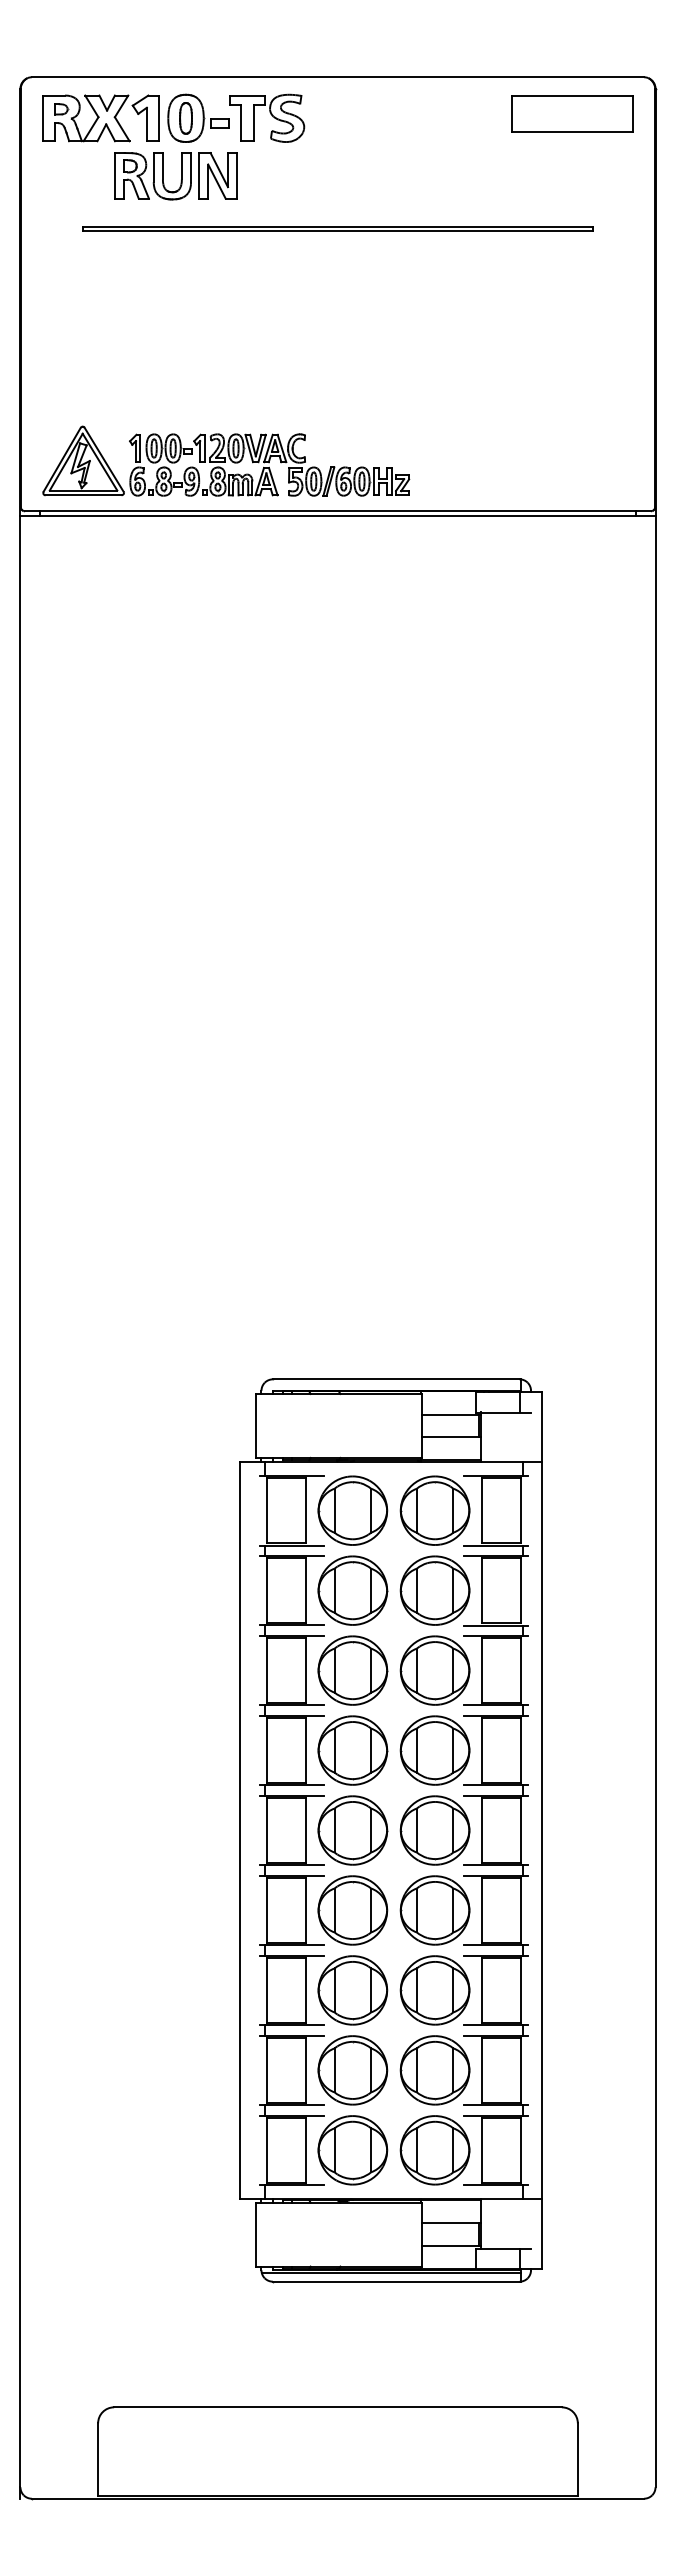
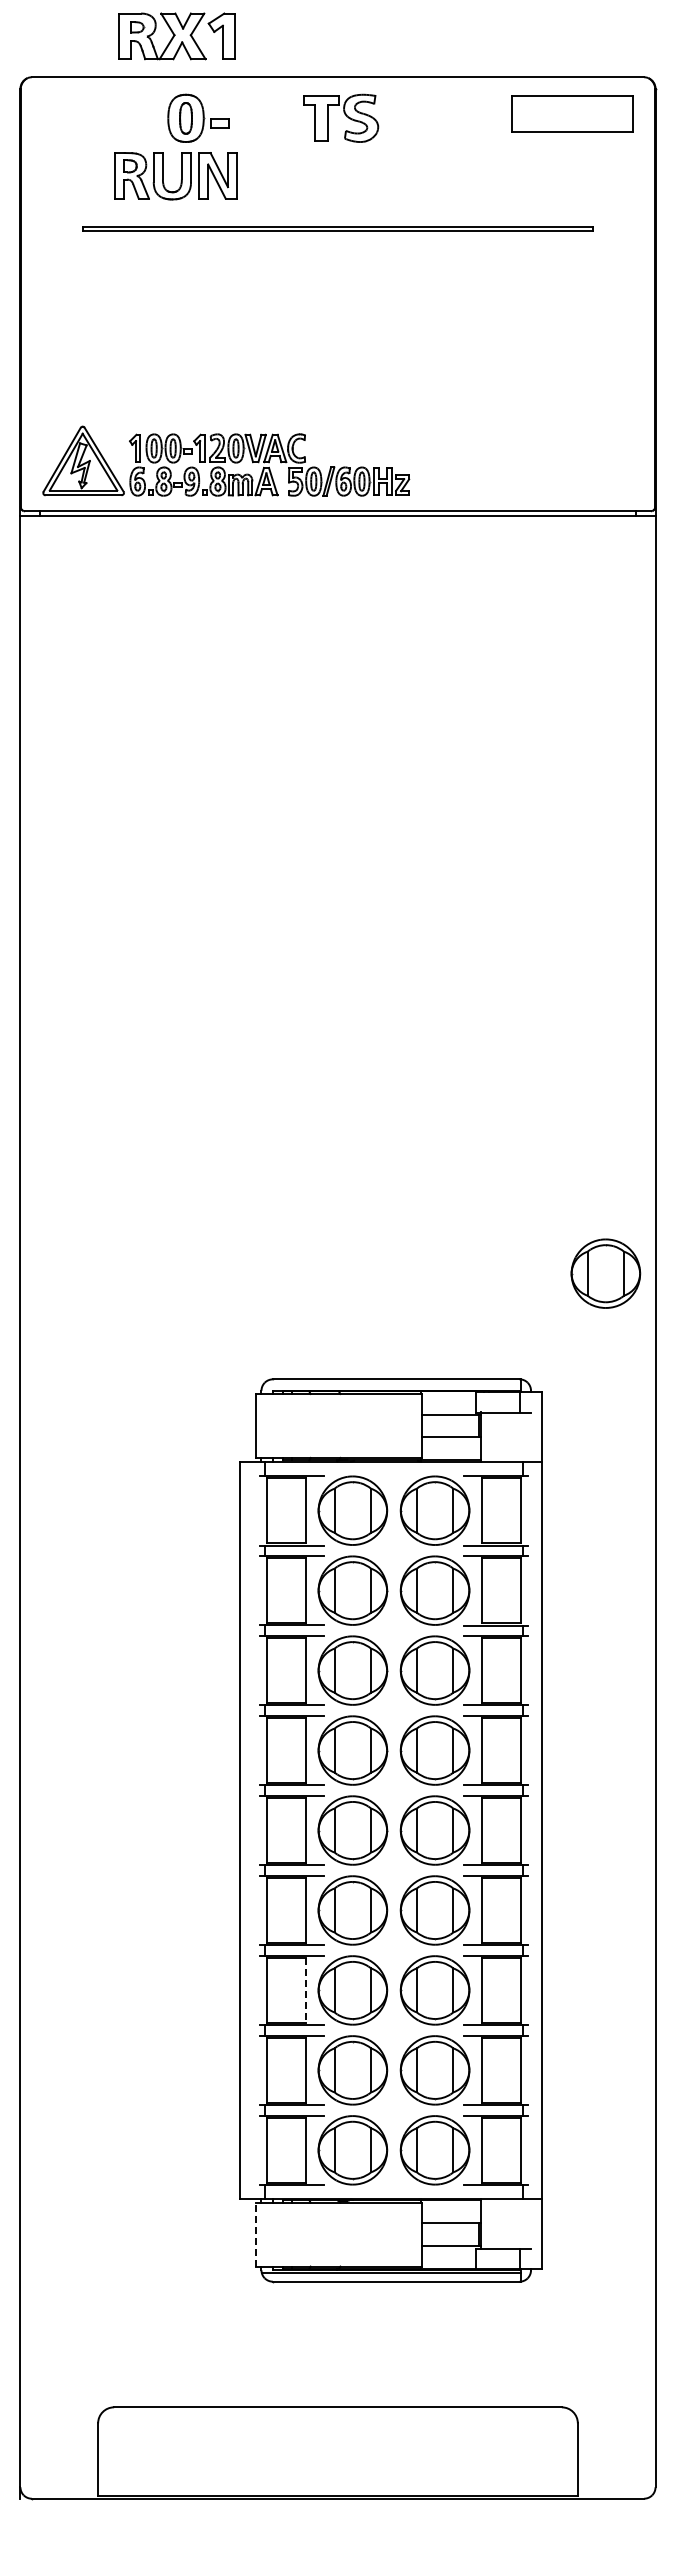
part at (267, 117) position: (267, 117) -> (341, 117)
part at (100, 118) position: (100, 118) -> (176, 36)
part at (605, 1273): none -> present
line at (306, 1990): solid -> dashed
line at (256, 2234): solid -> dashed
